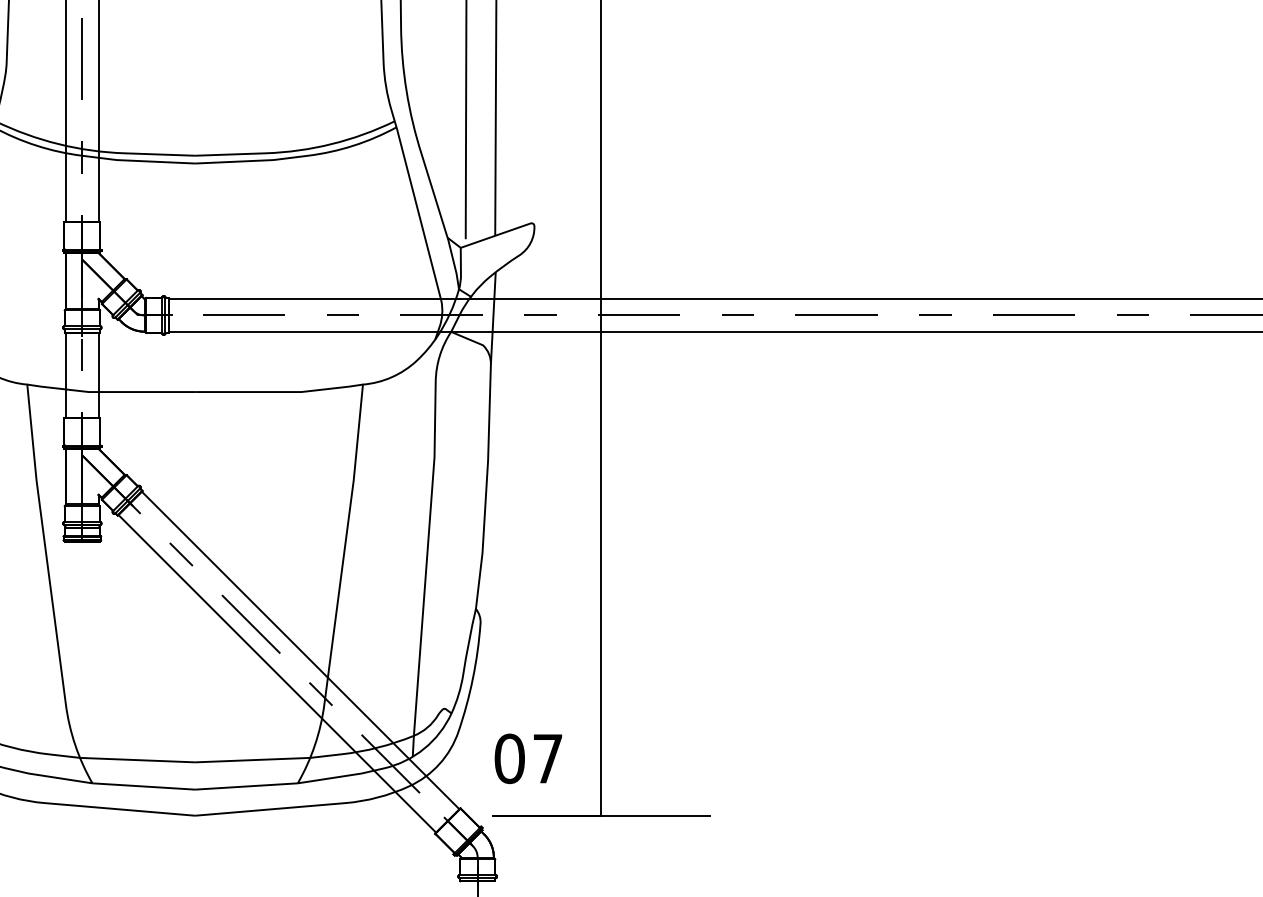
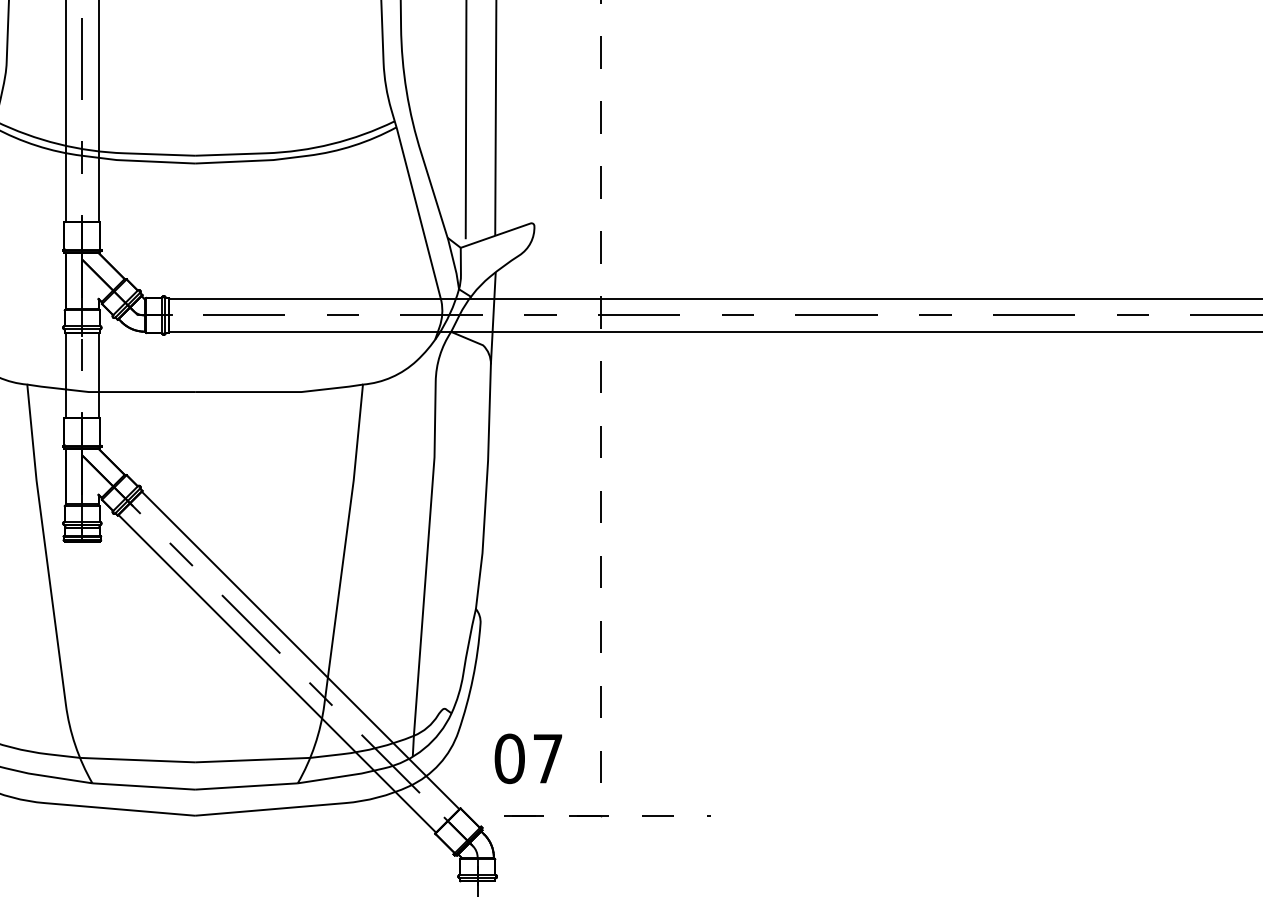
line at (601, 573): solid -> dashed
